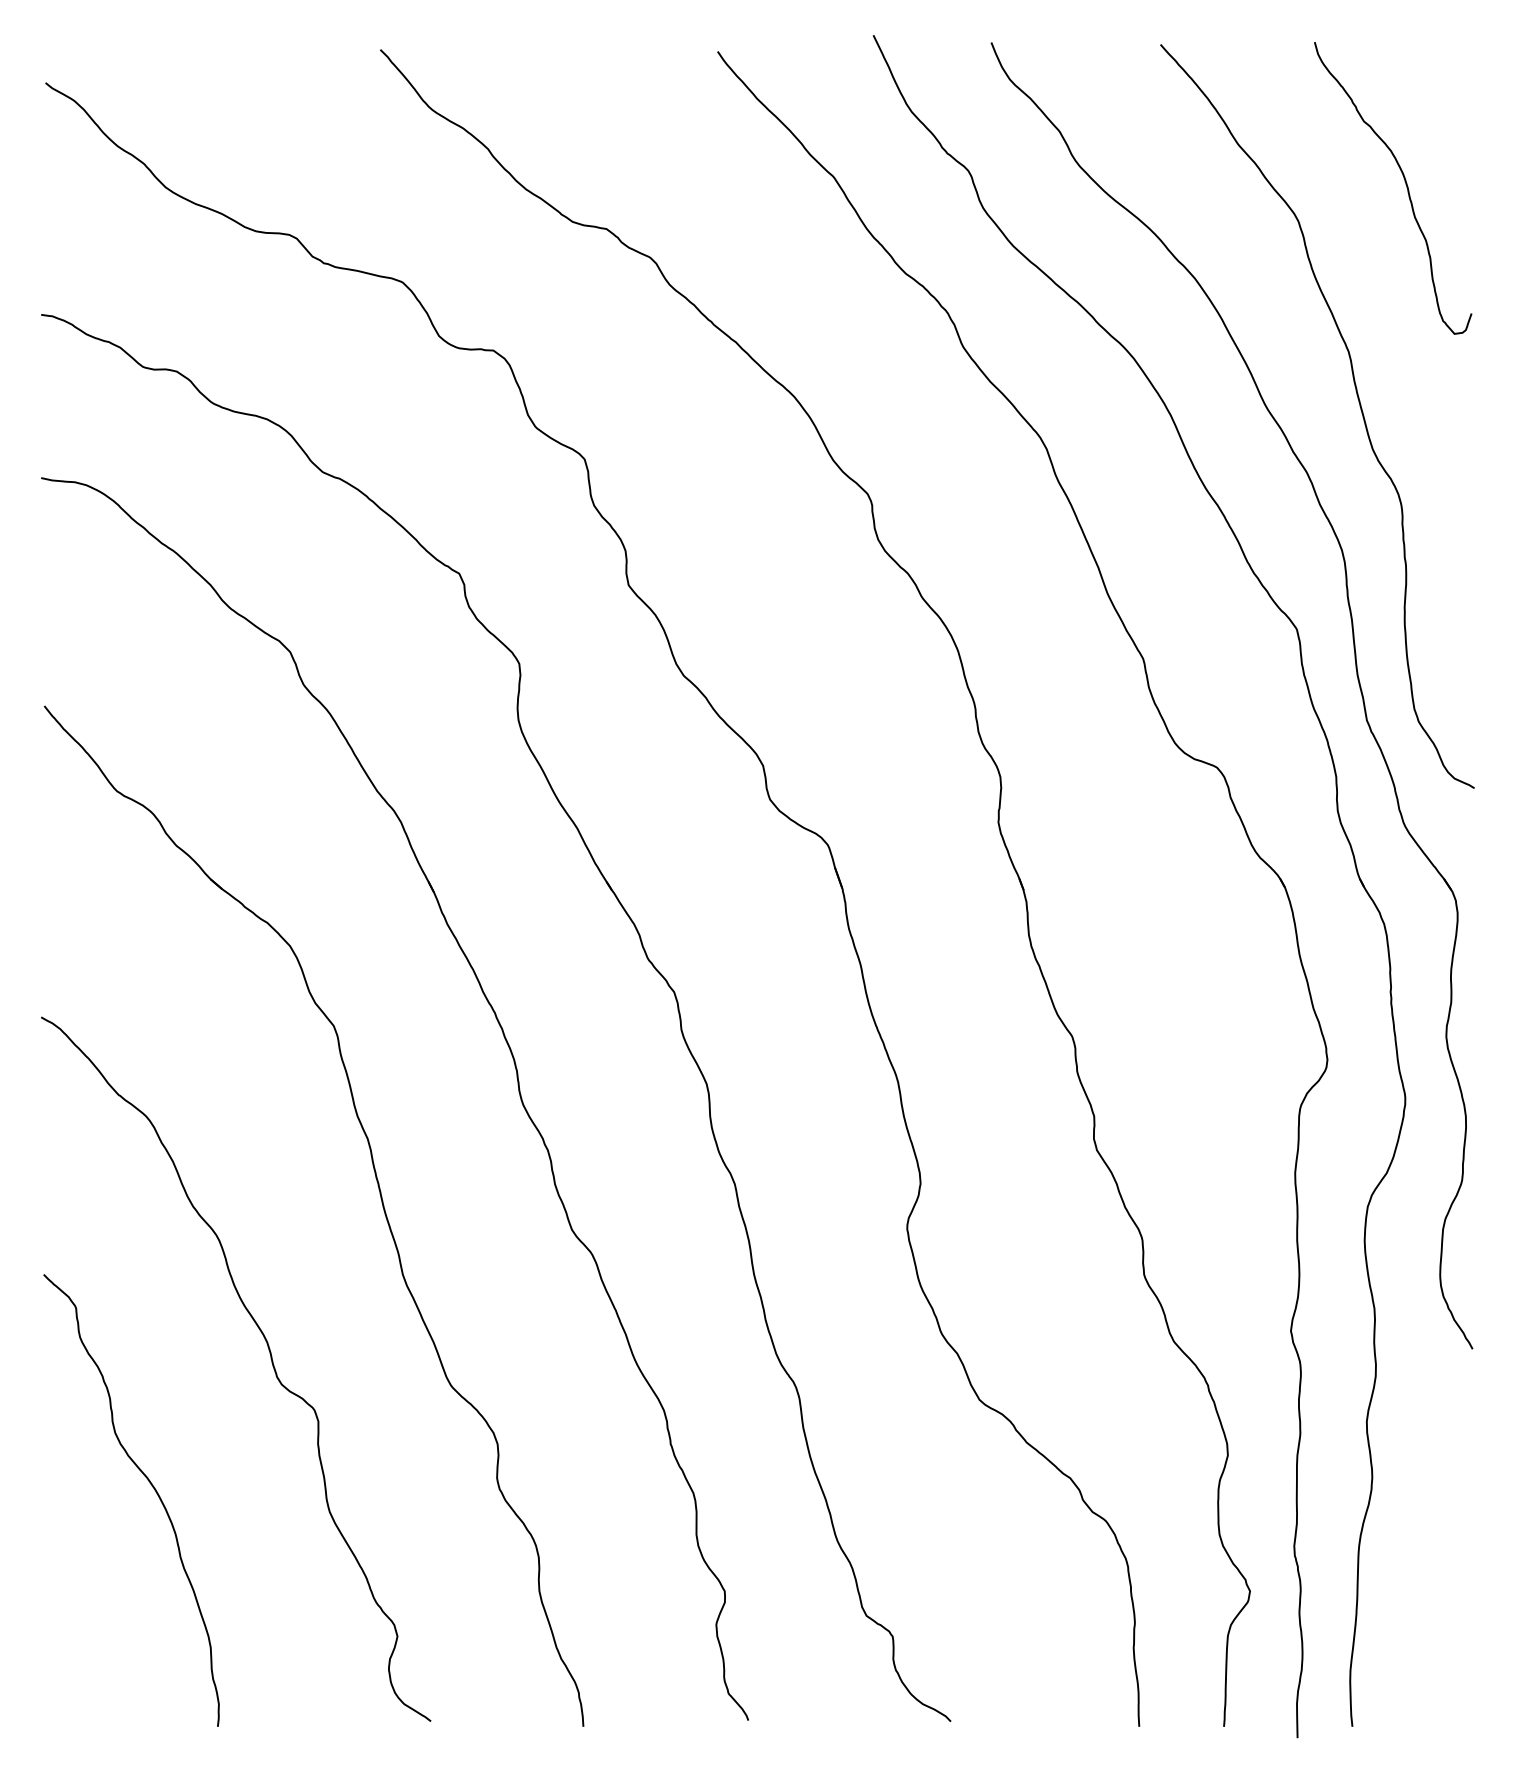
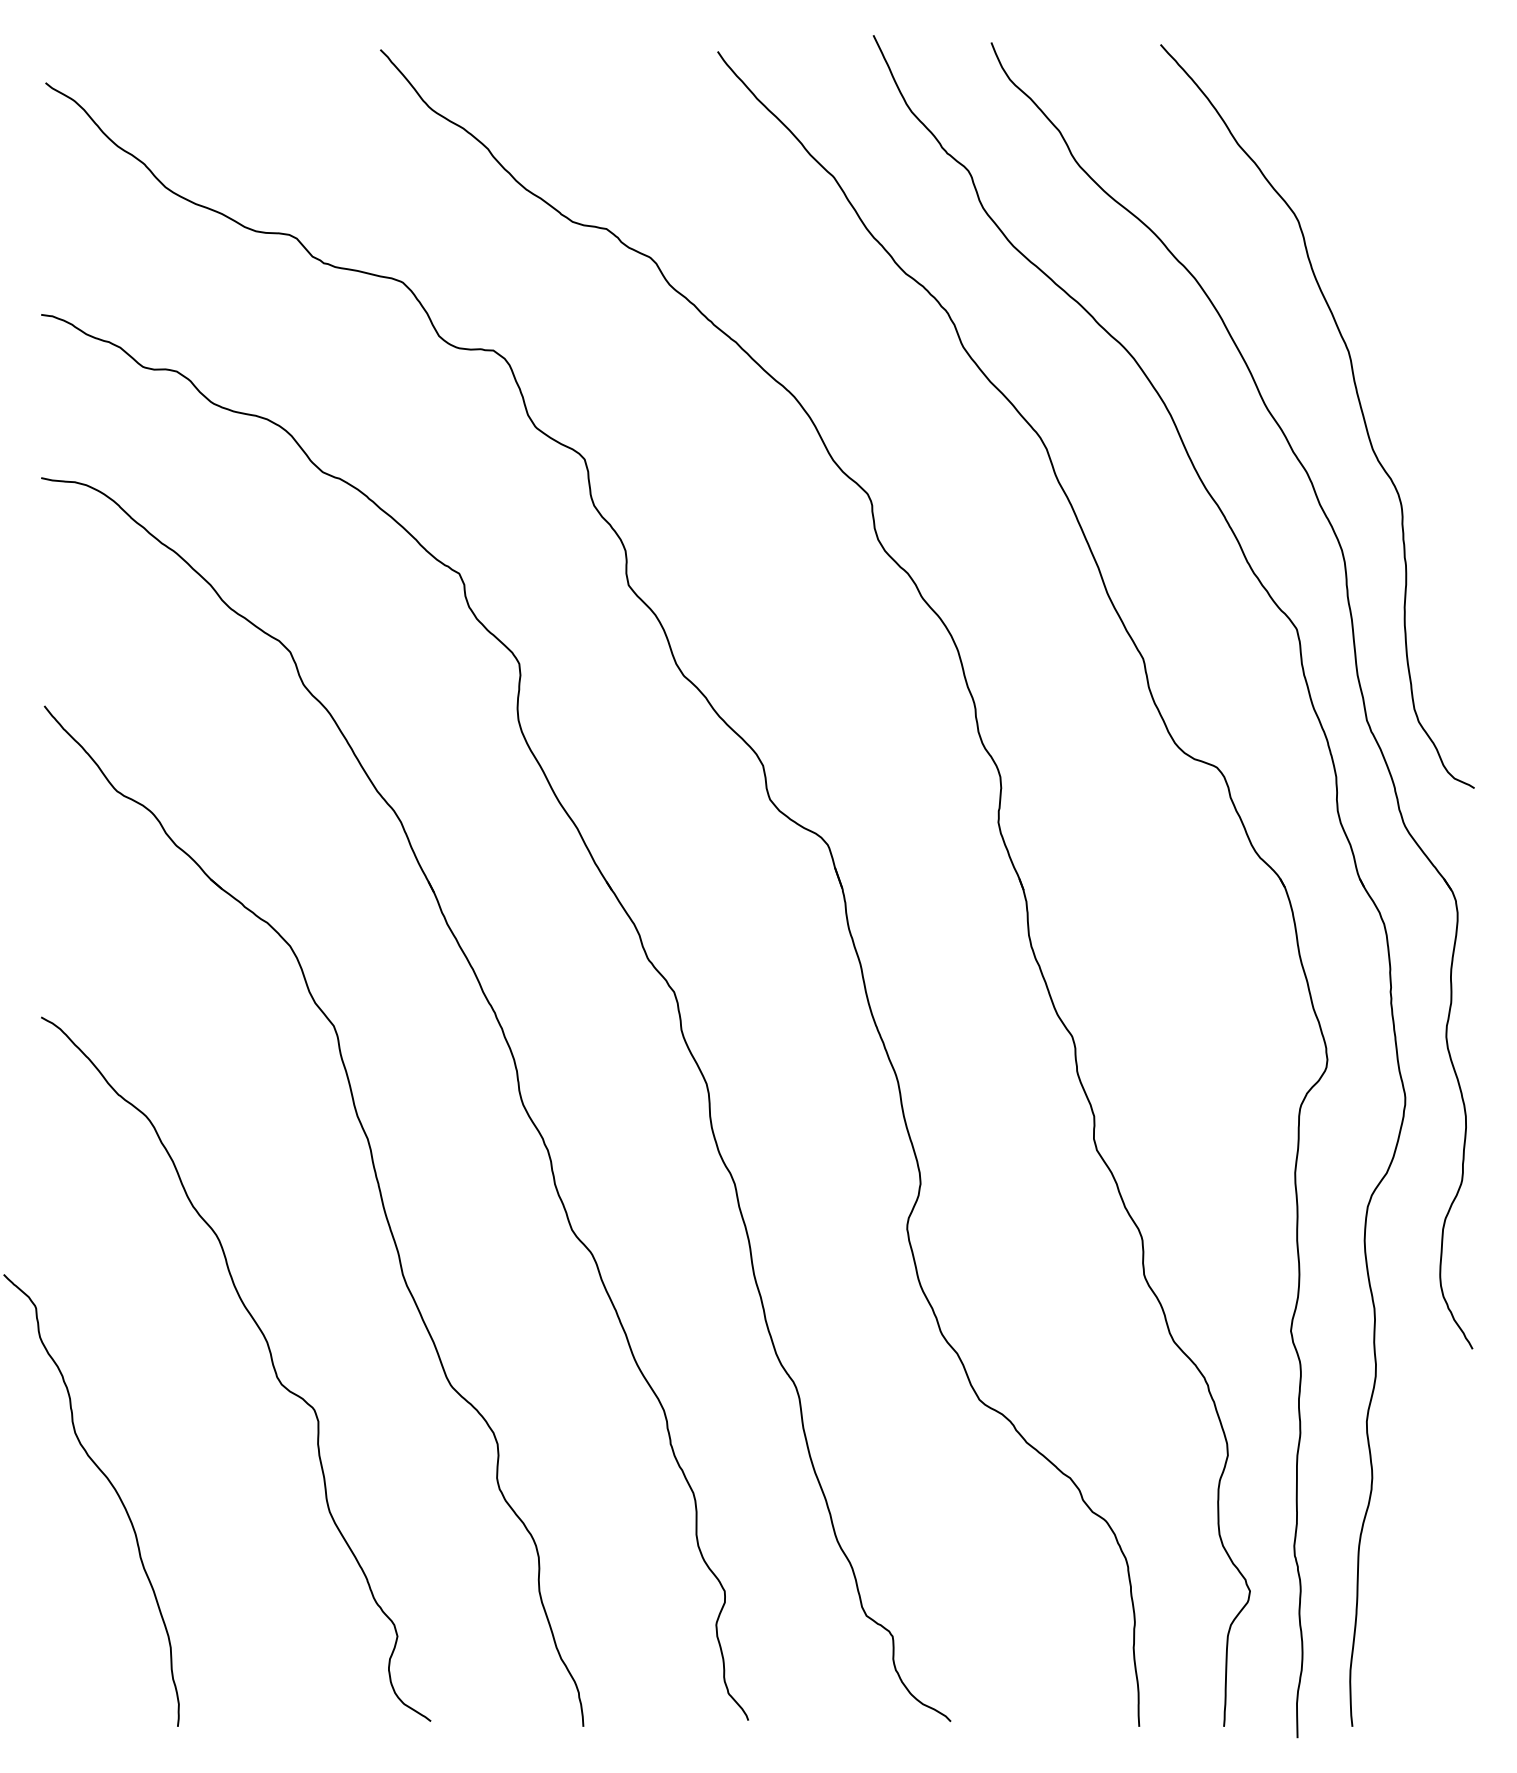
curve at (1405, 184): present -> none
curve at (152, 1487) position: (152, 1487) -> (112, 1487)
